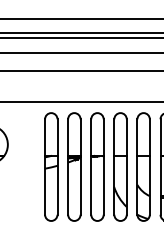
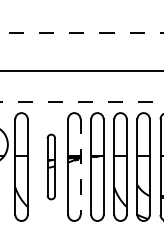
line at (81, 19): present -> none
line at (82, 32): solid -> dashed
line at (81, 38): present -> none
line at (81, 52): present -> none
line at (81, 101): solid -> dashed
part at (21, 166): none -> present
part at (51, 166) size: 15x110 px -> 10x68 px
line at (80, 167): solid -> dashed
